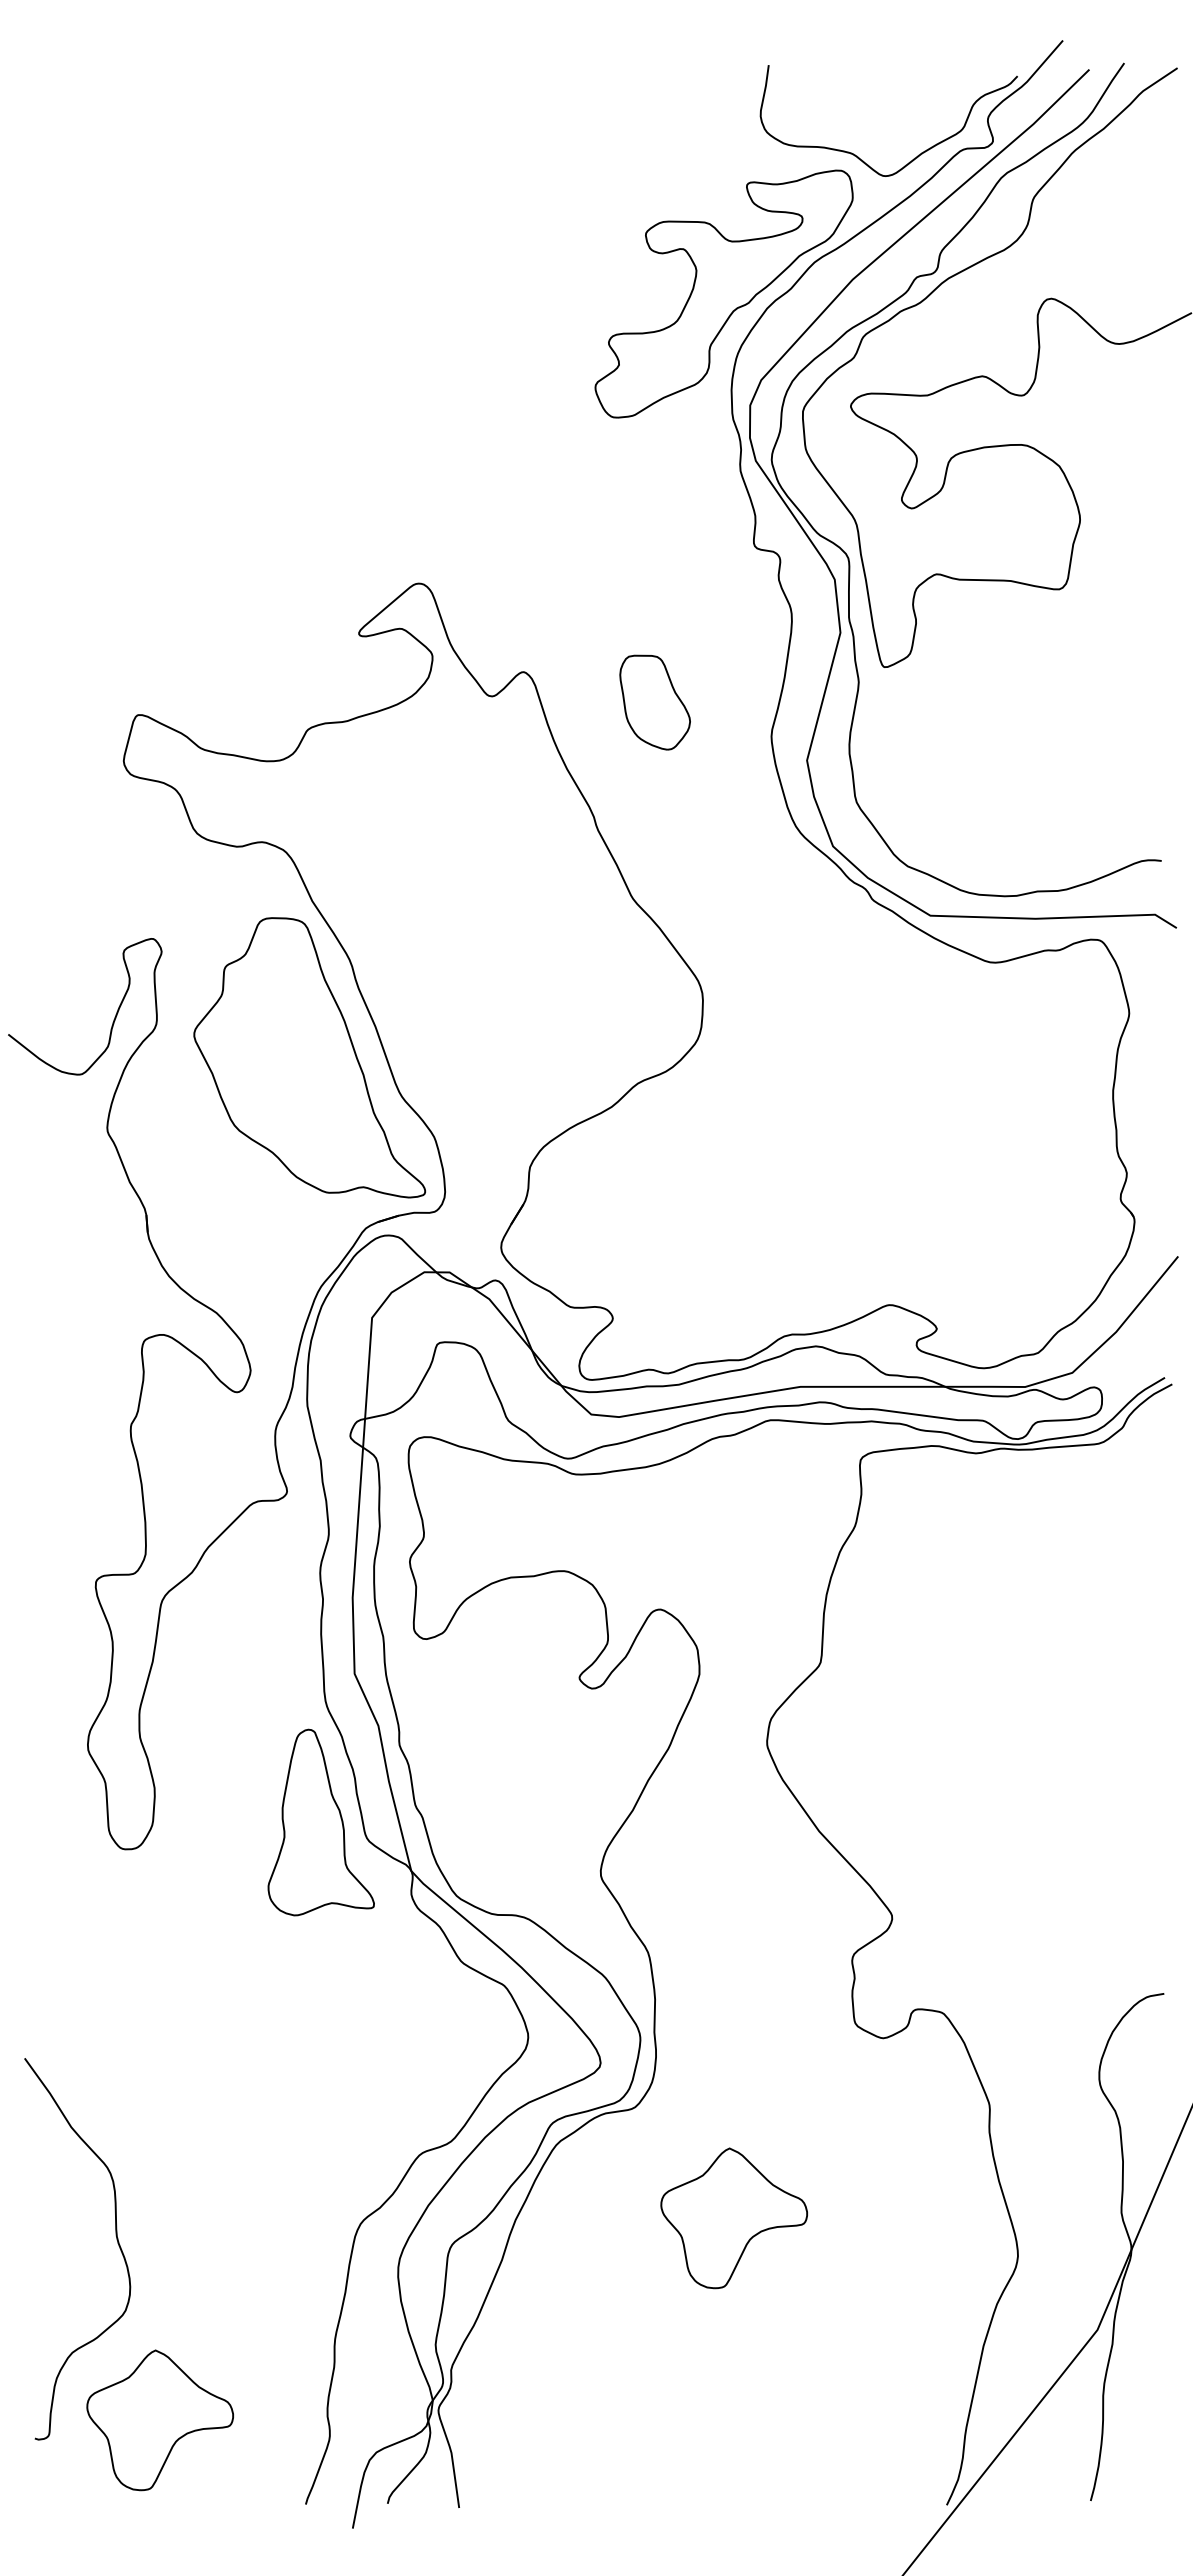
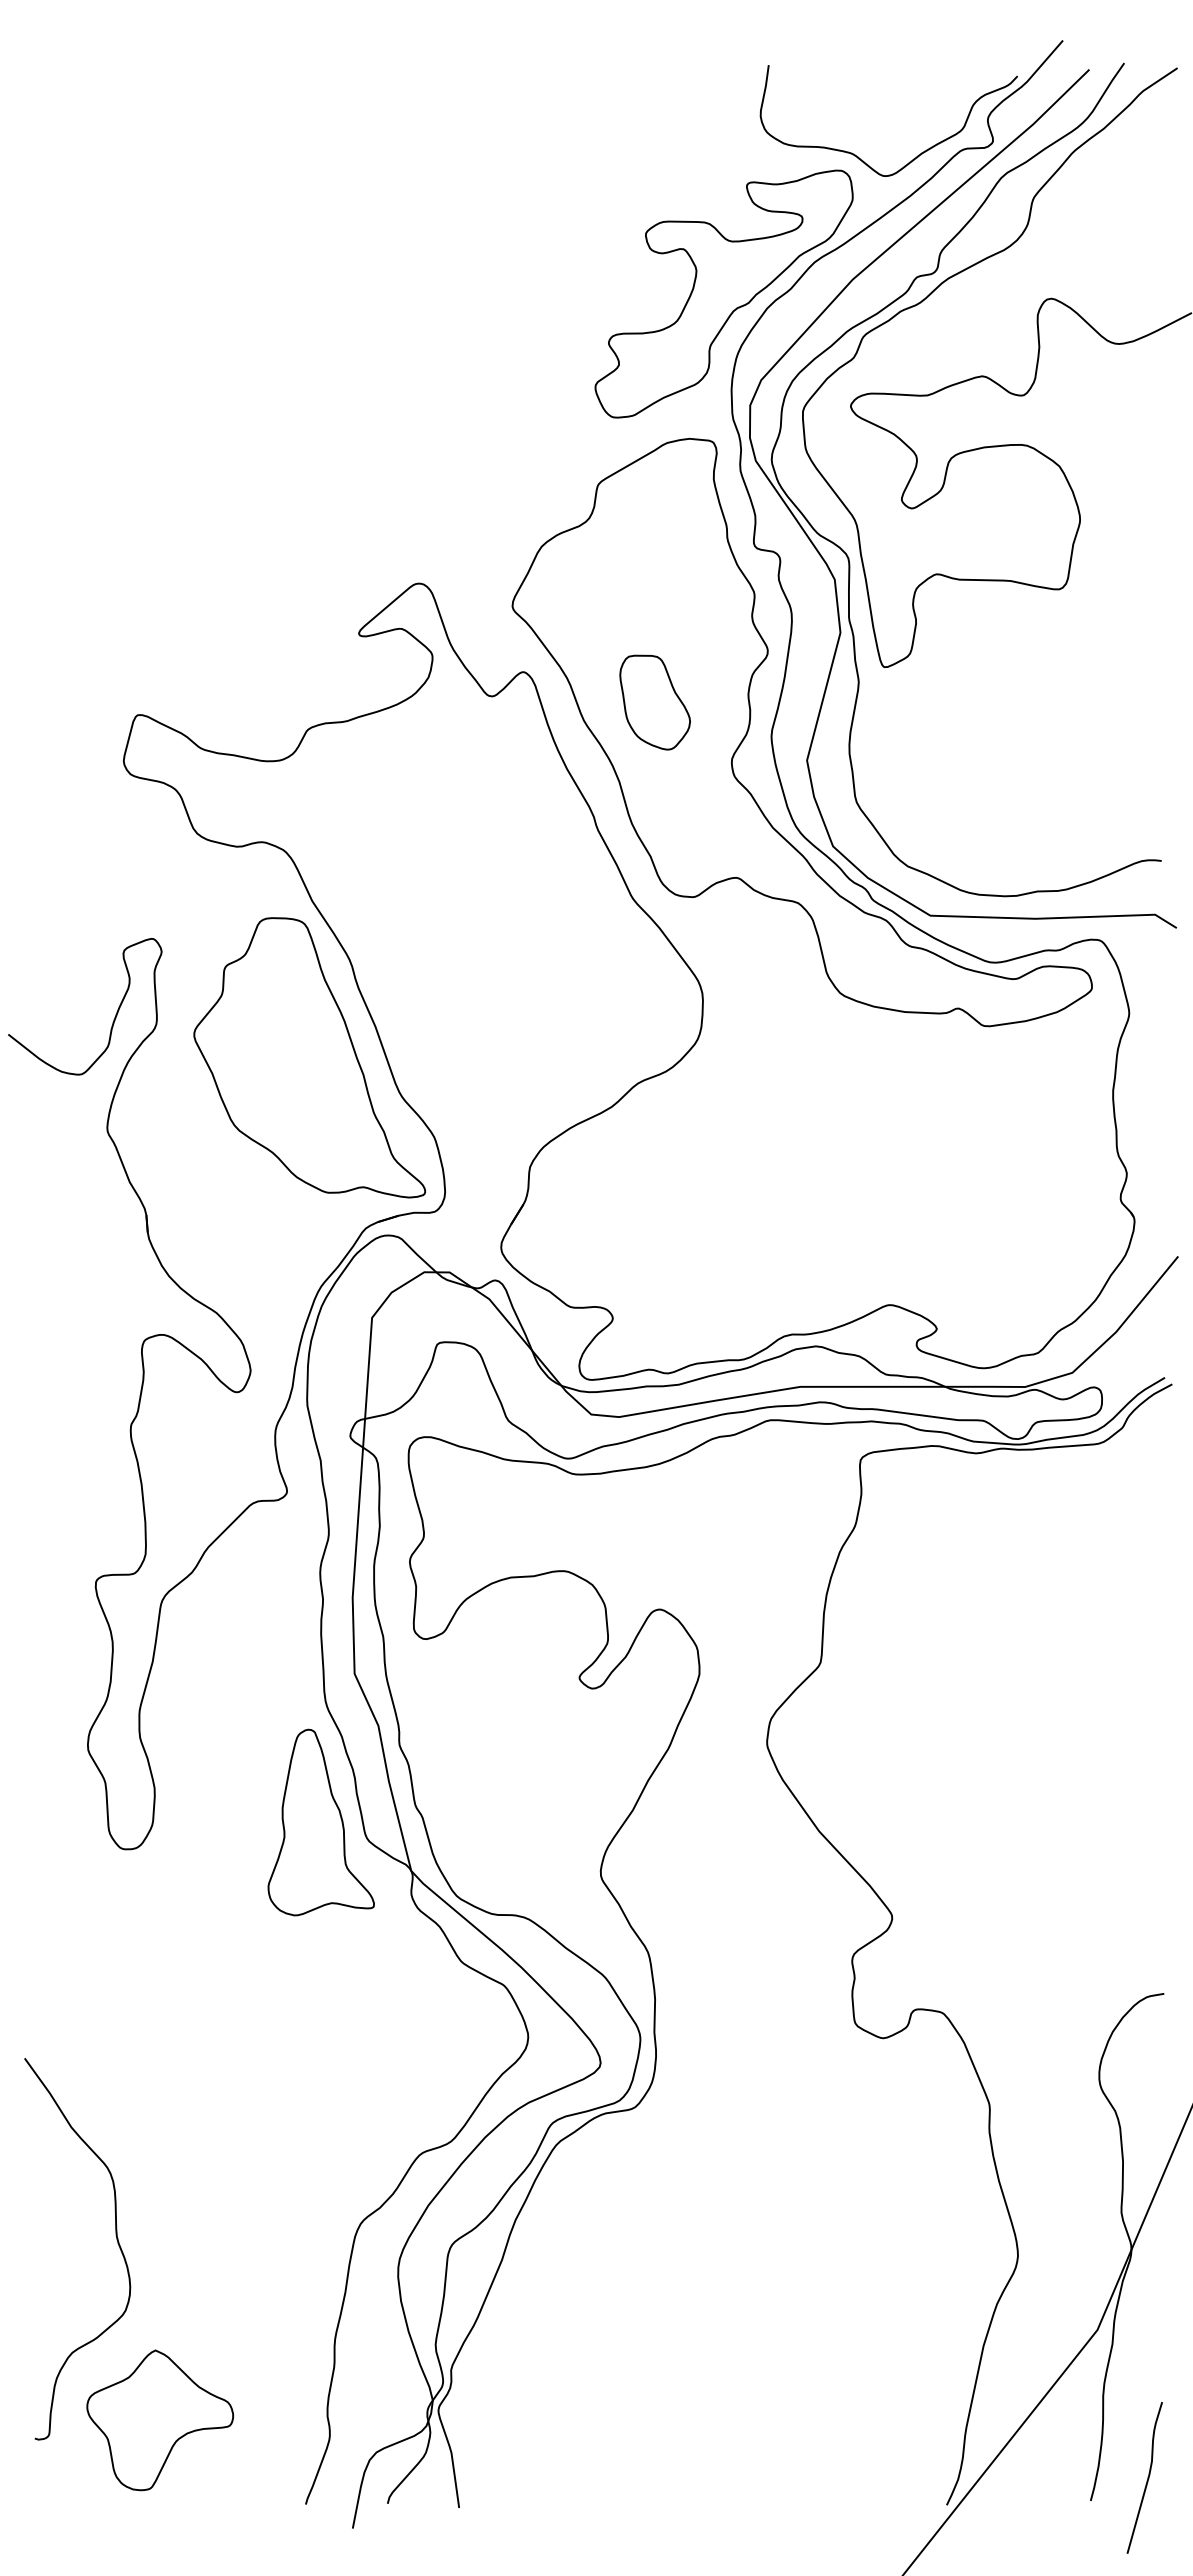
part at (750, 725): none -> present
part at (733, 2218): present -> none
curve at (1147, 2477): none -> present
